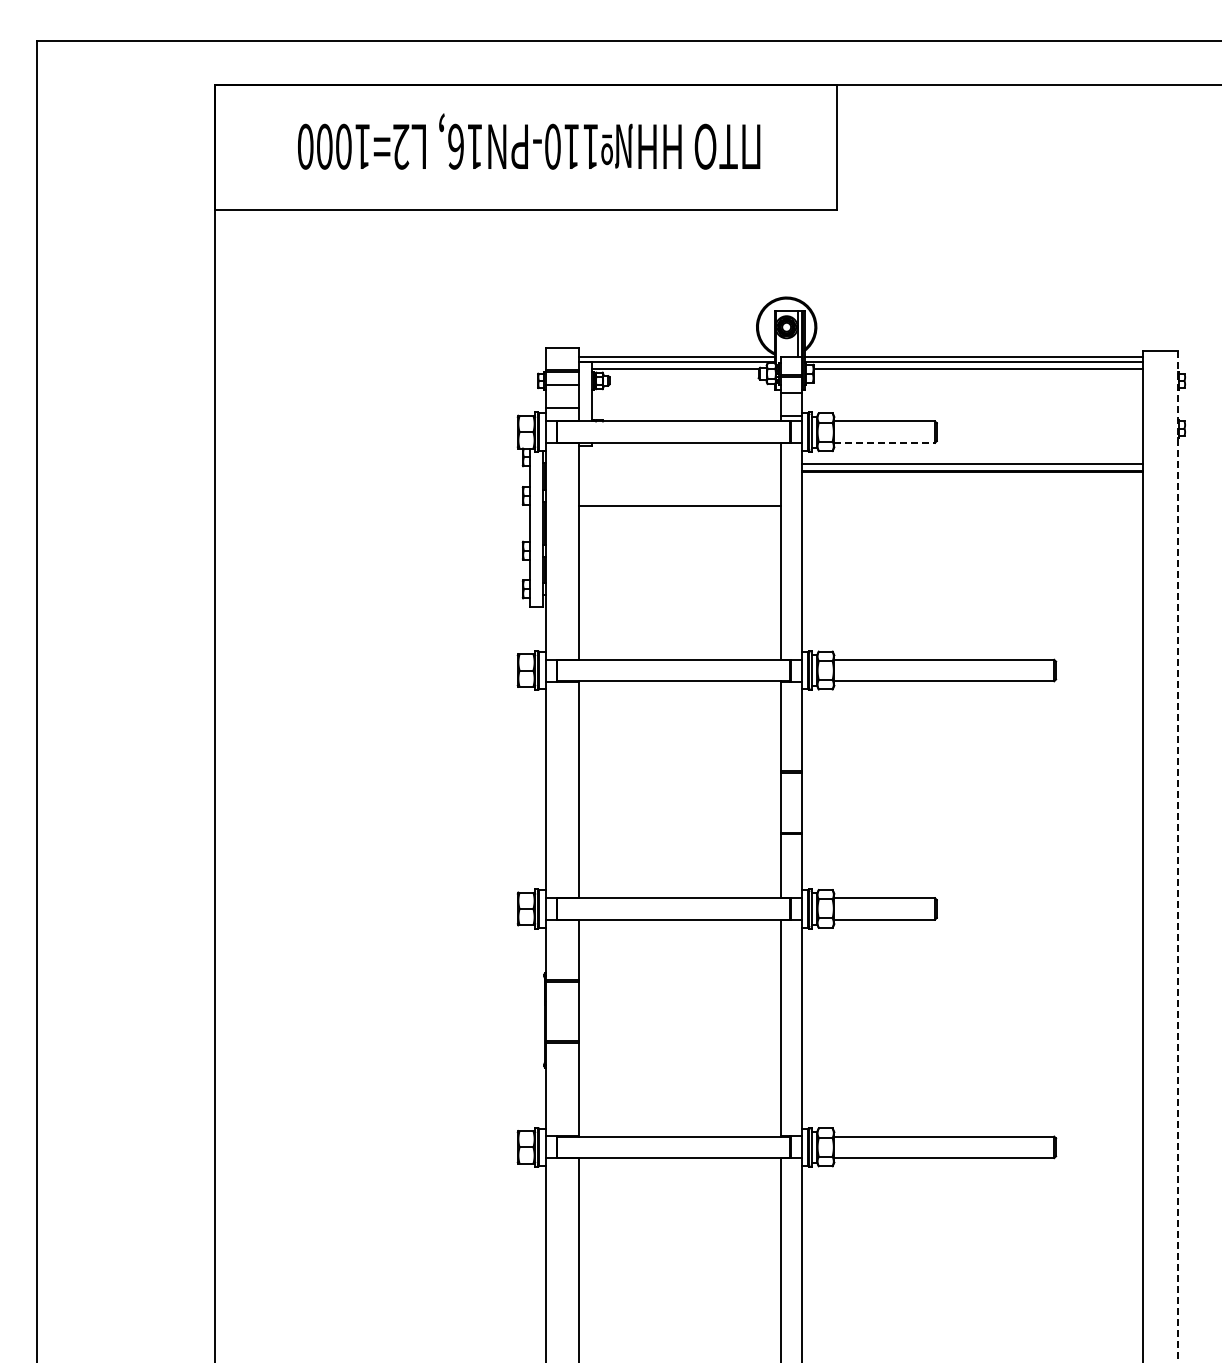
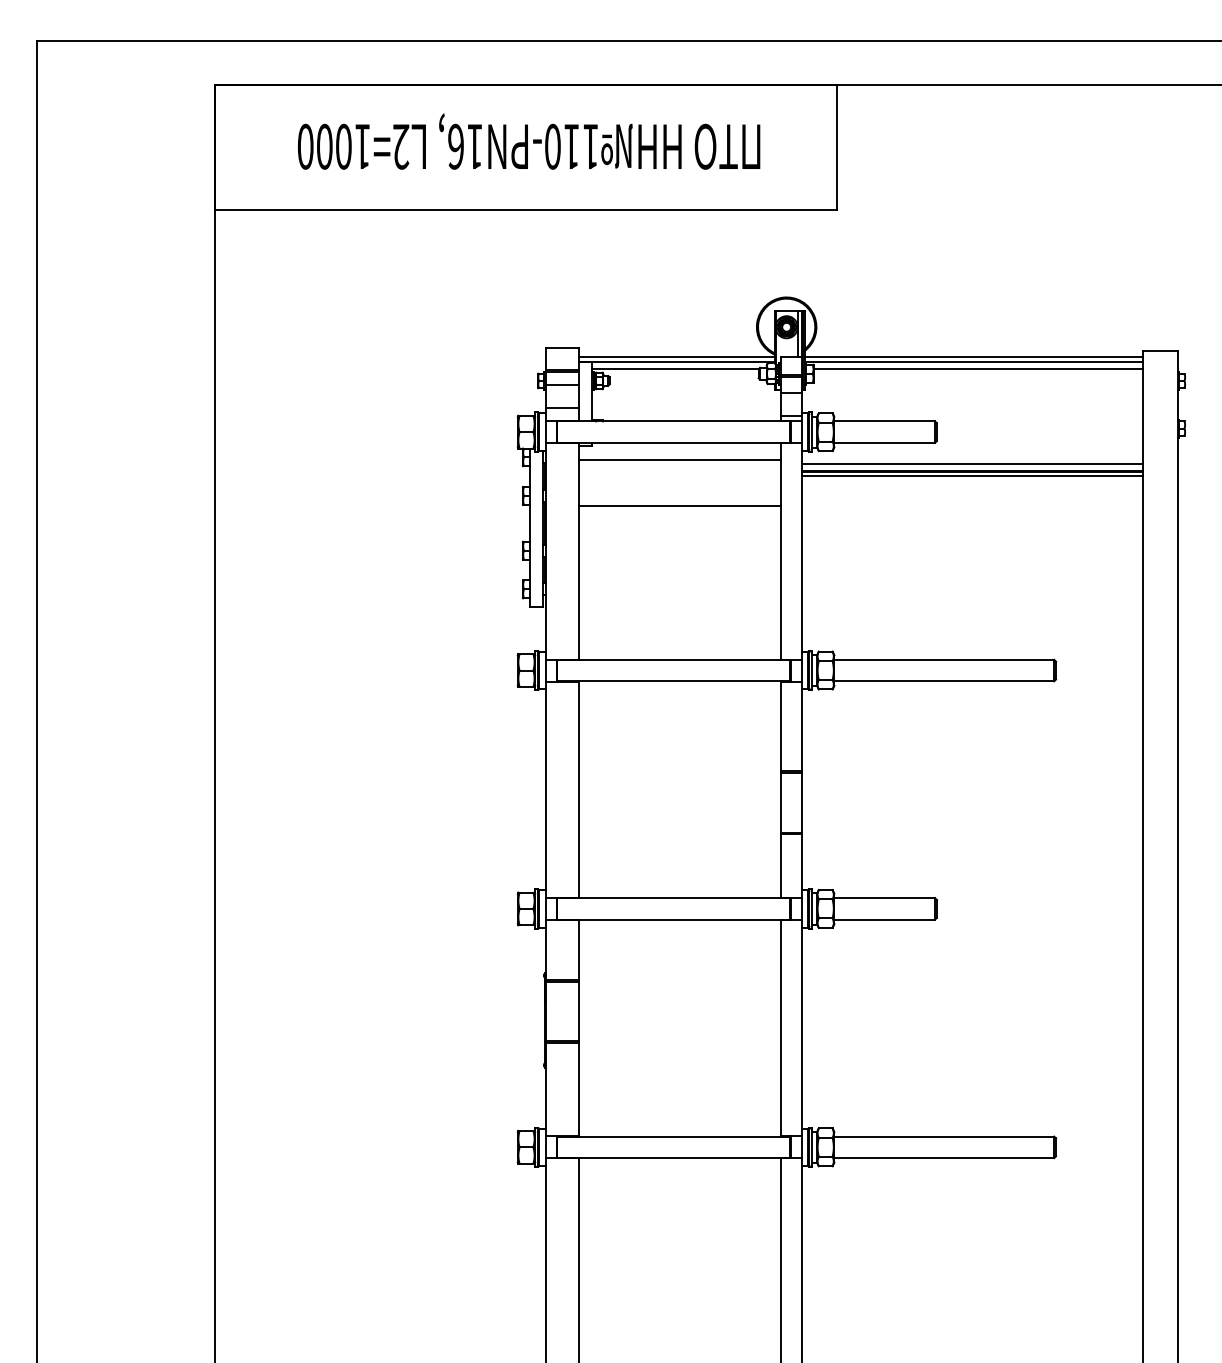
line at (885, 442): dashed -> solid
line at (679, 460): none -> present
line at (972, 476): none -> present
line at (1177, 856): dashed -> solid
